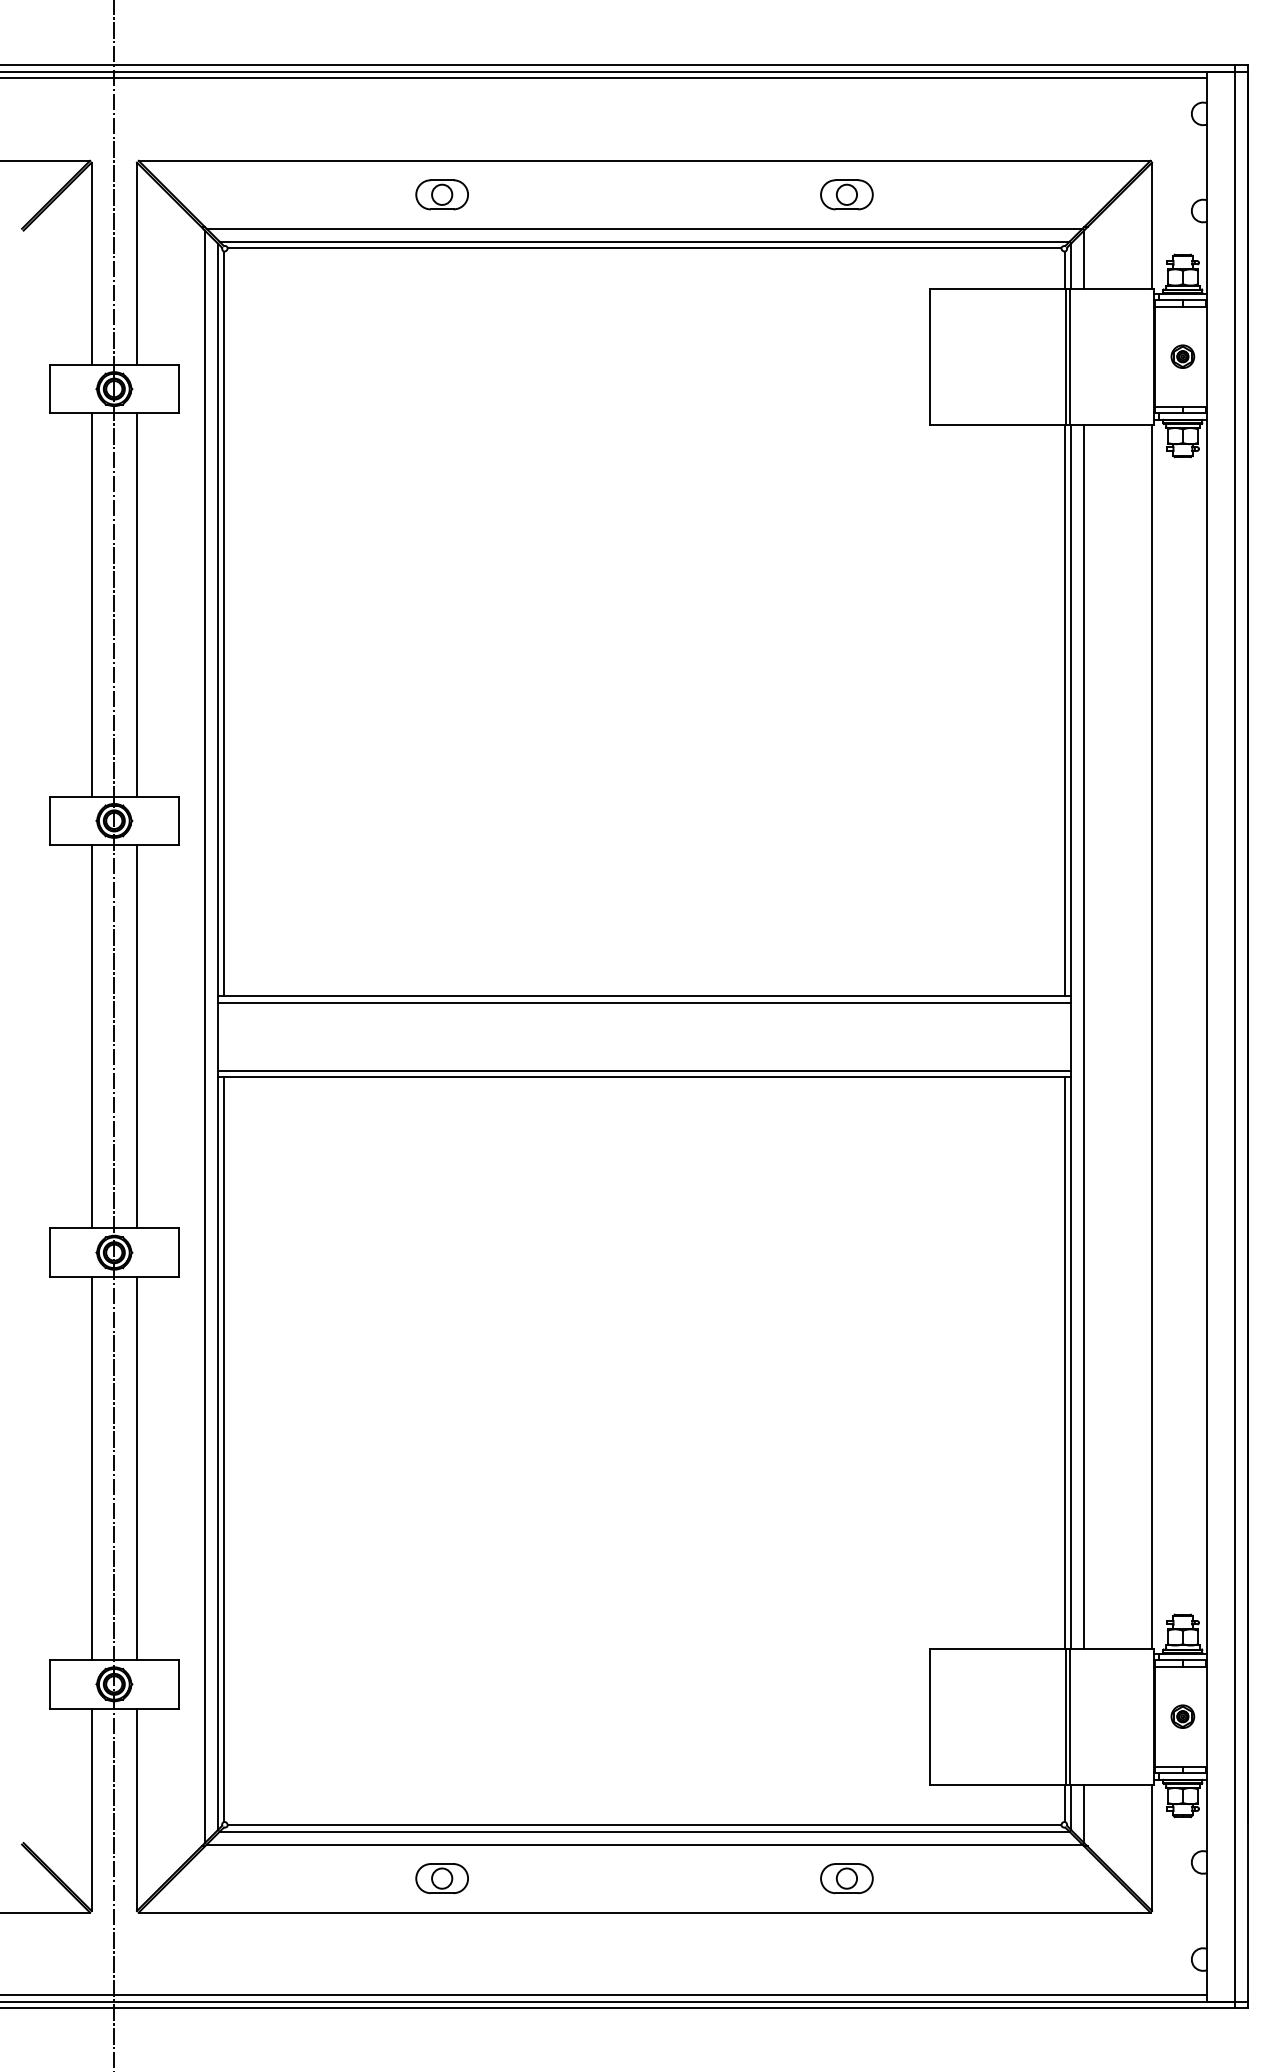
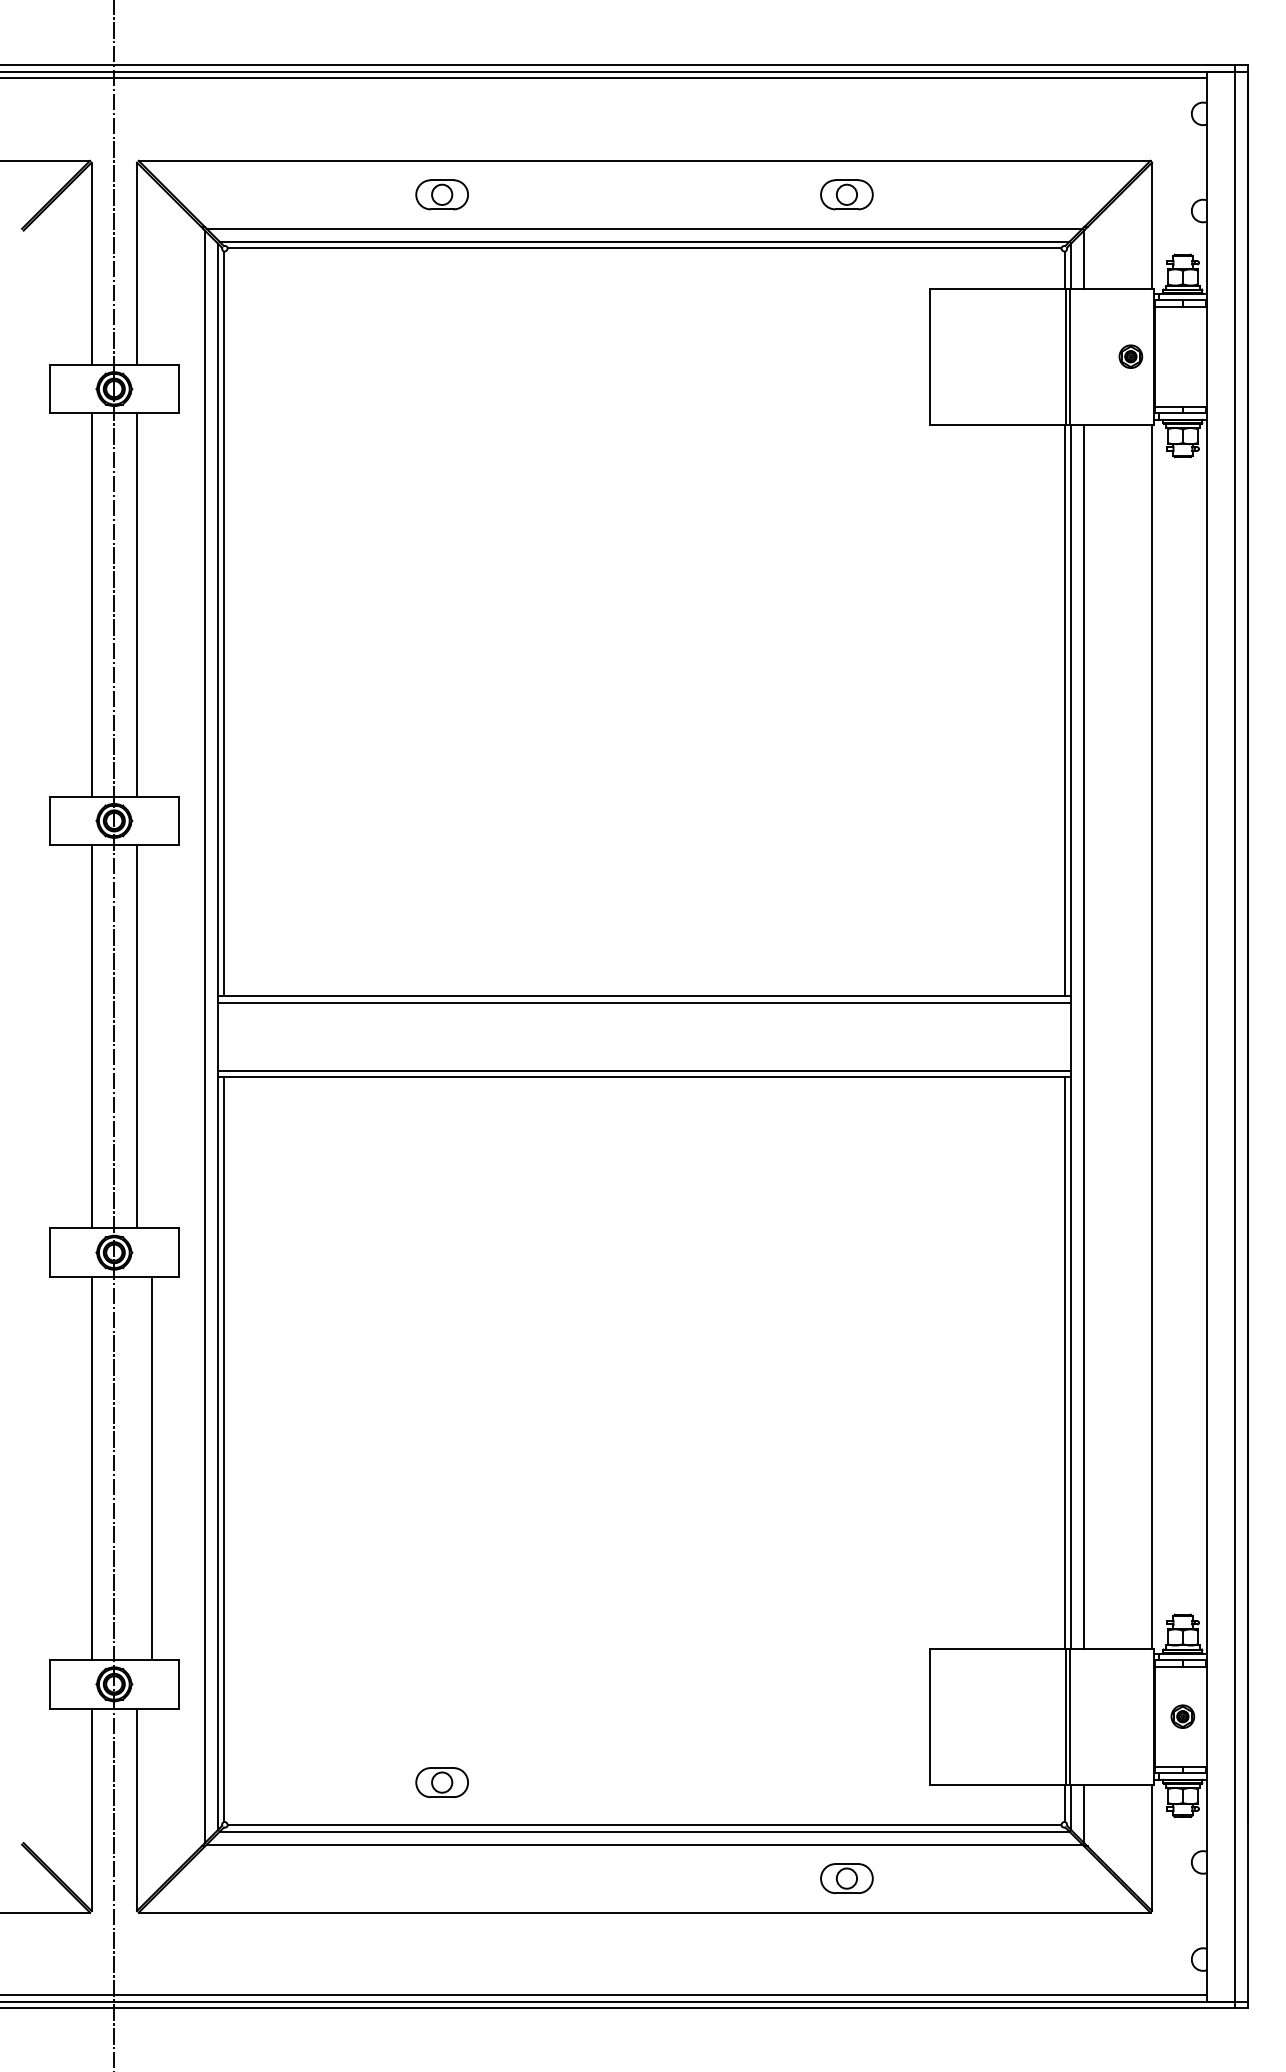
part at (1182, 356) position: (1182, 356) -> (1130, 356)
line at (136, 1468) position: (136, 1468) -> (151, 1468)
part at (441, 1878) position: (441, 1878) -> (441, 1782)
